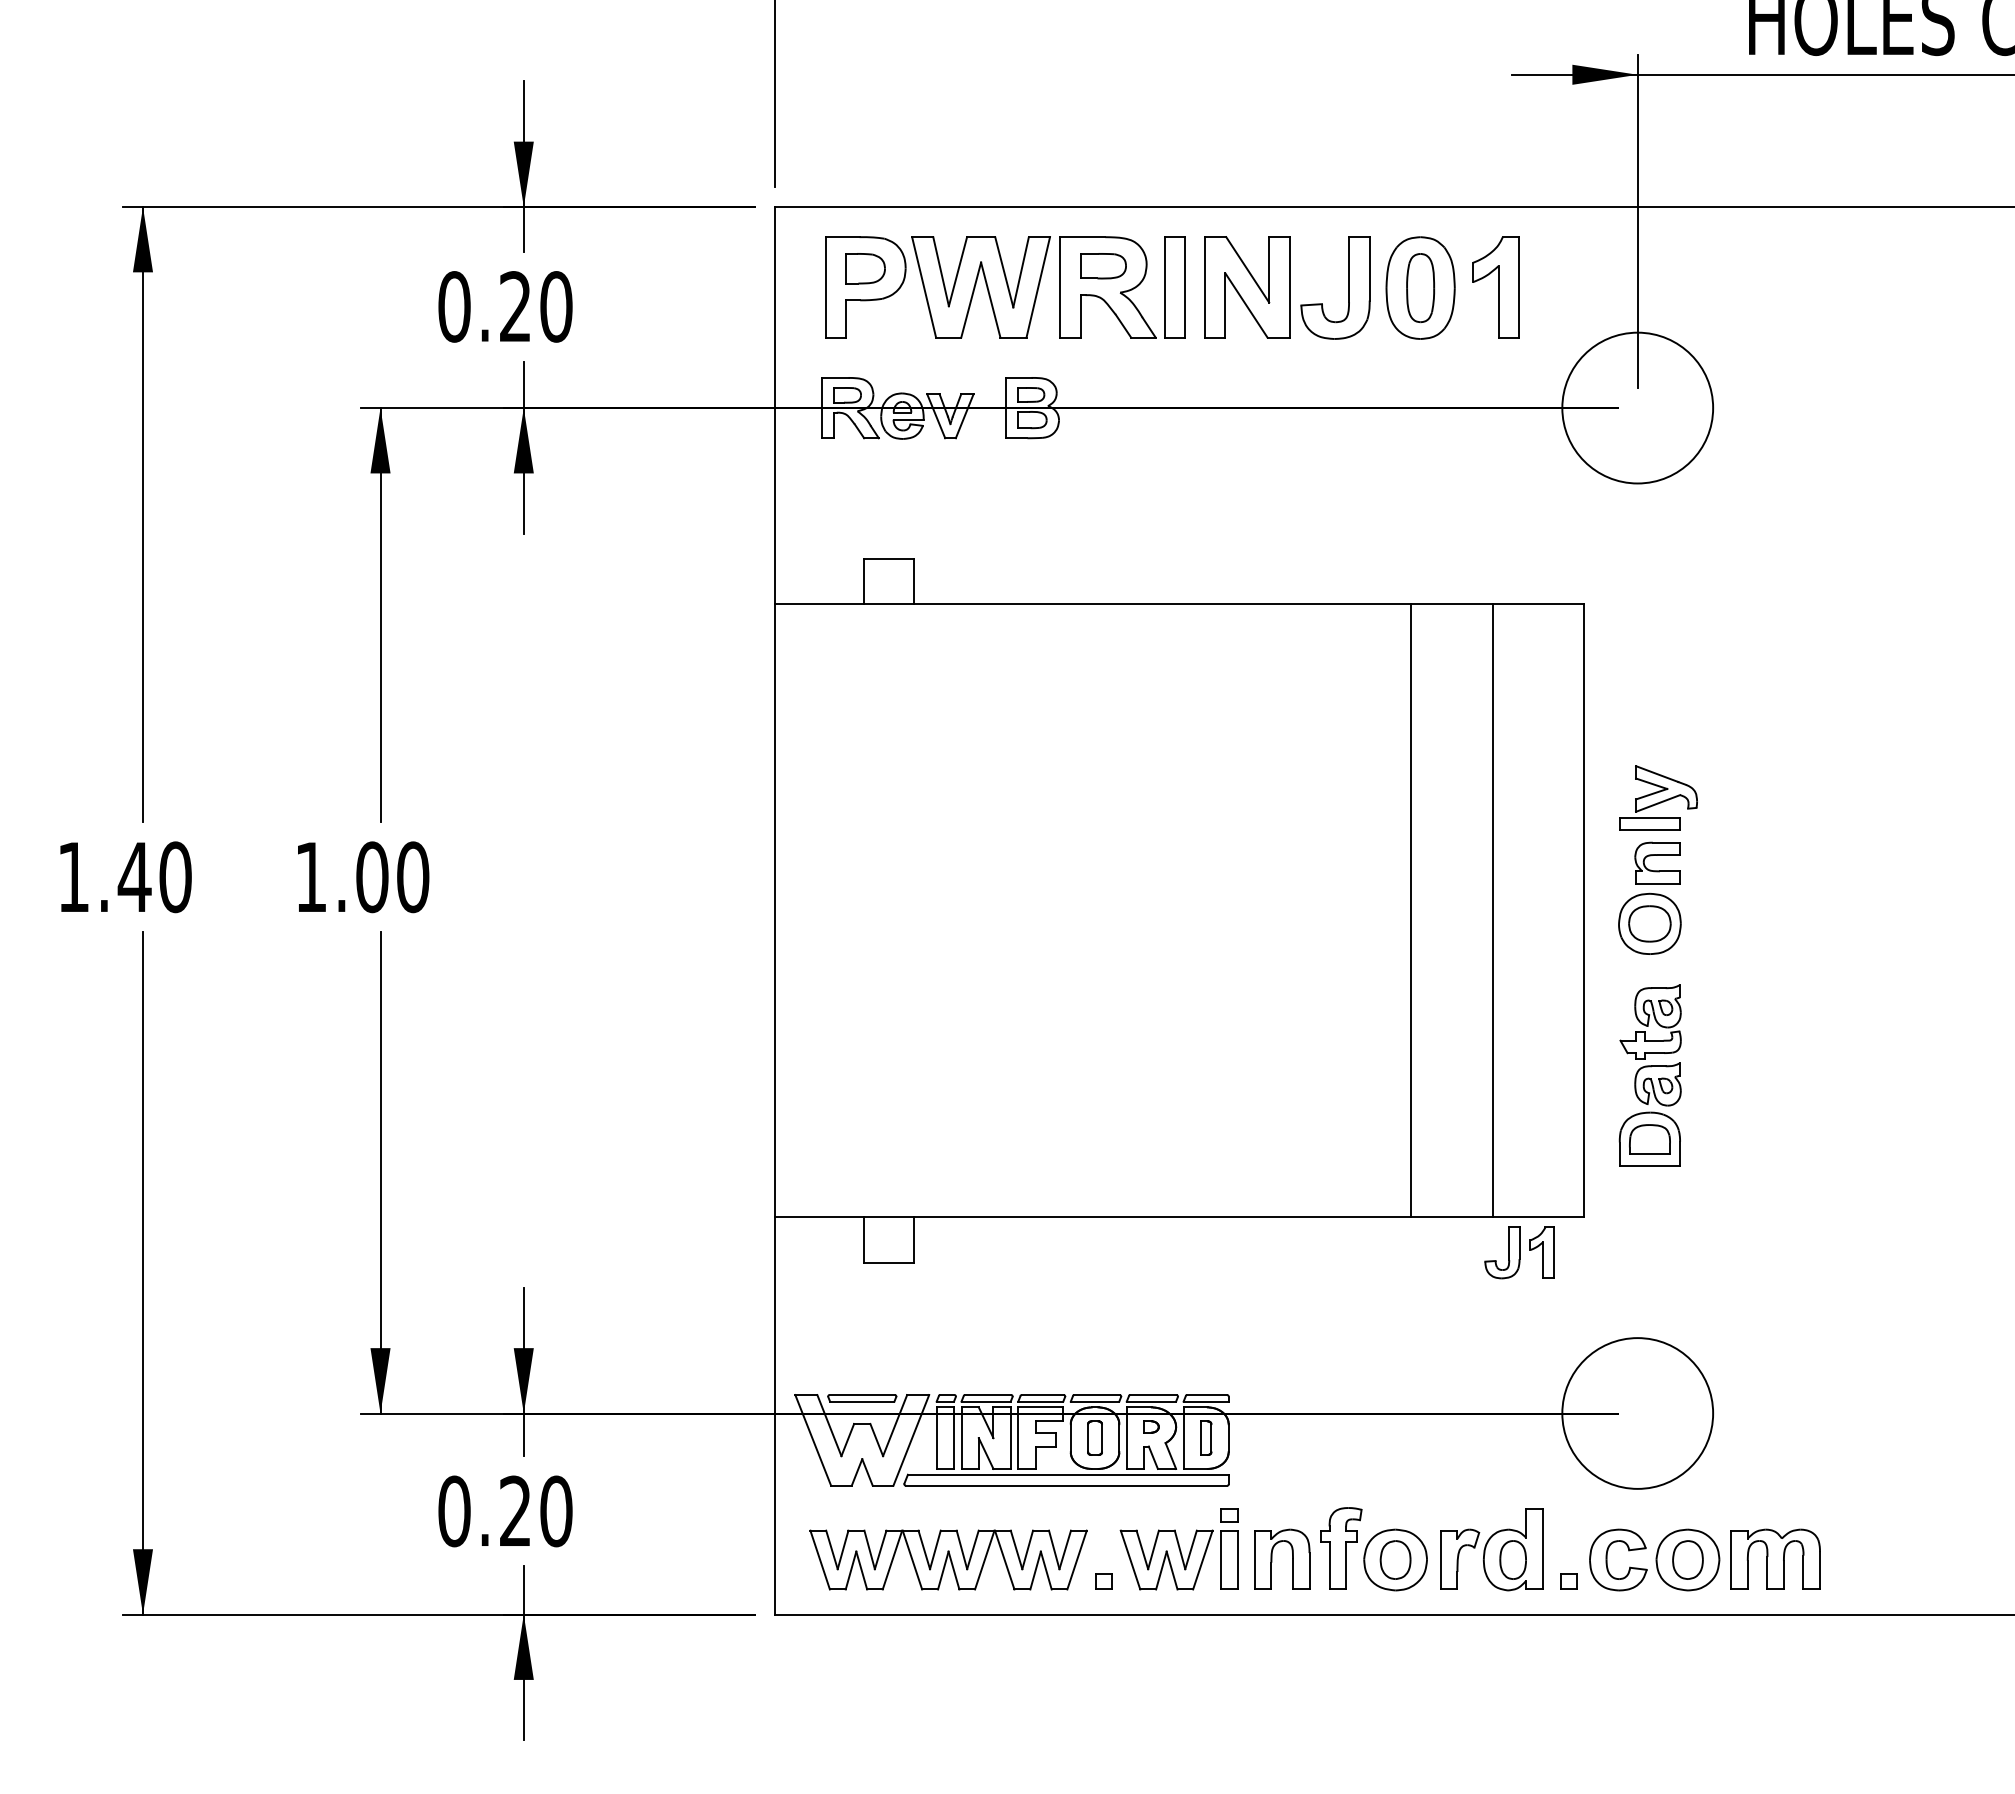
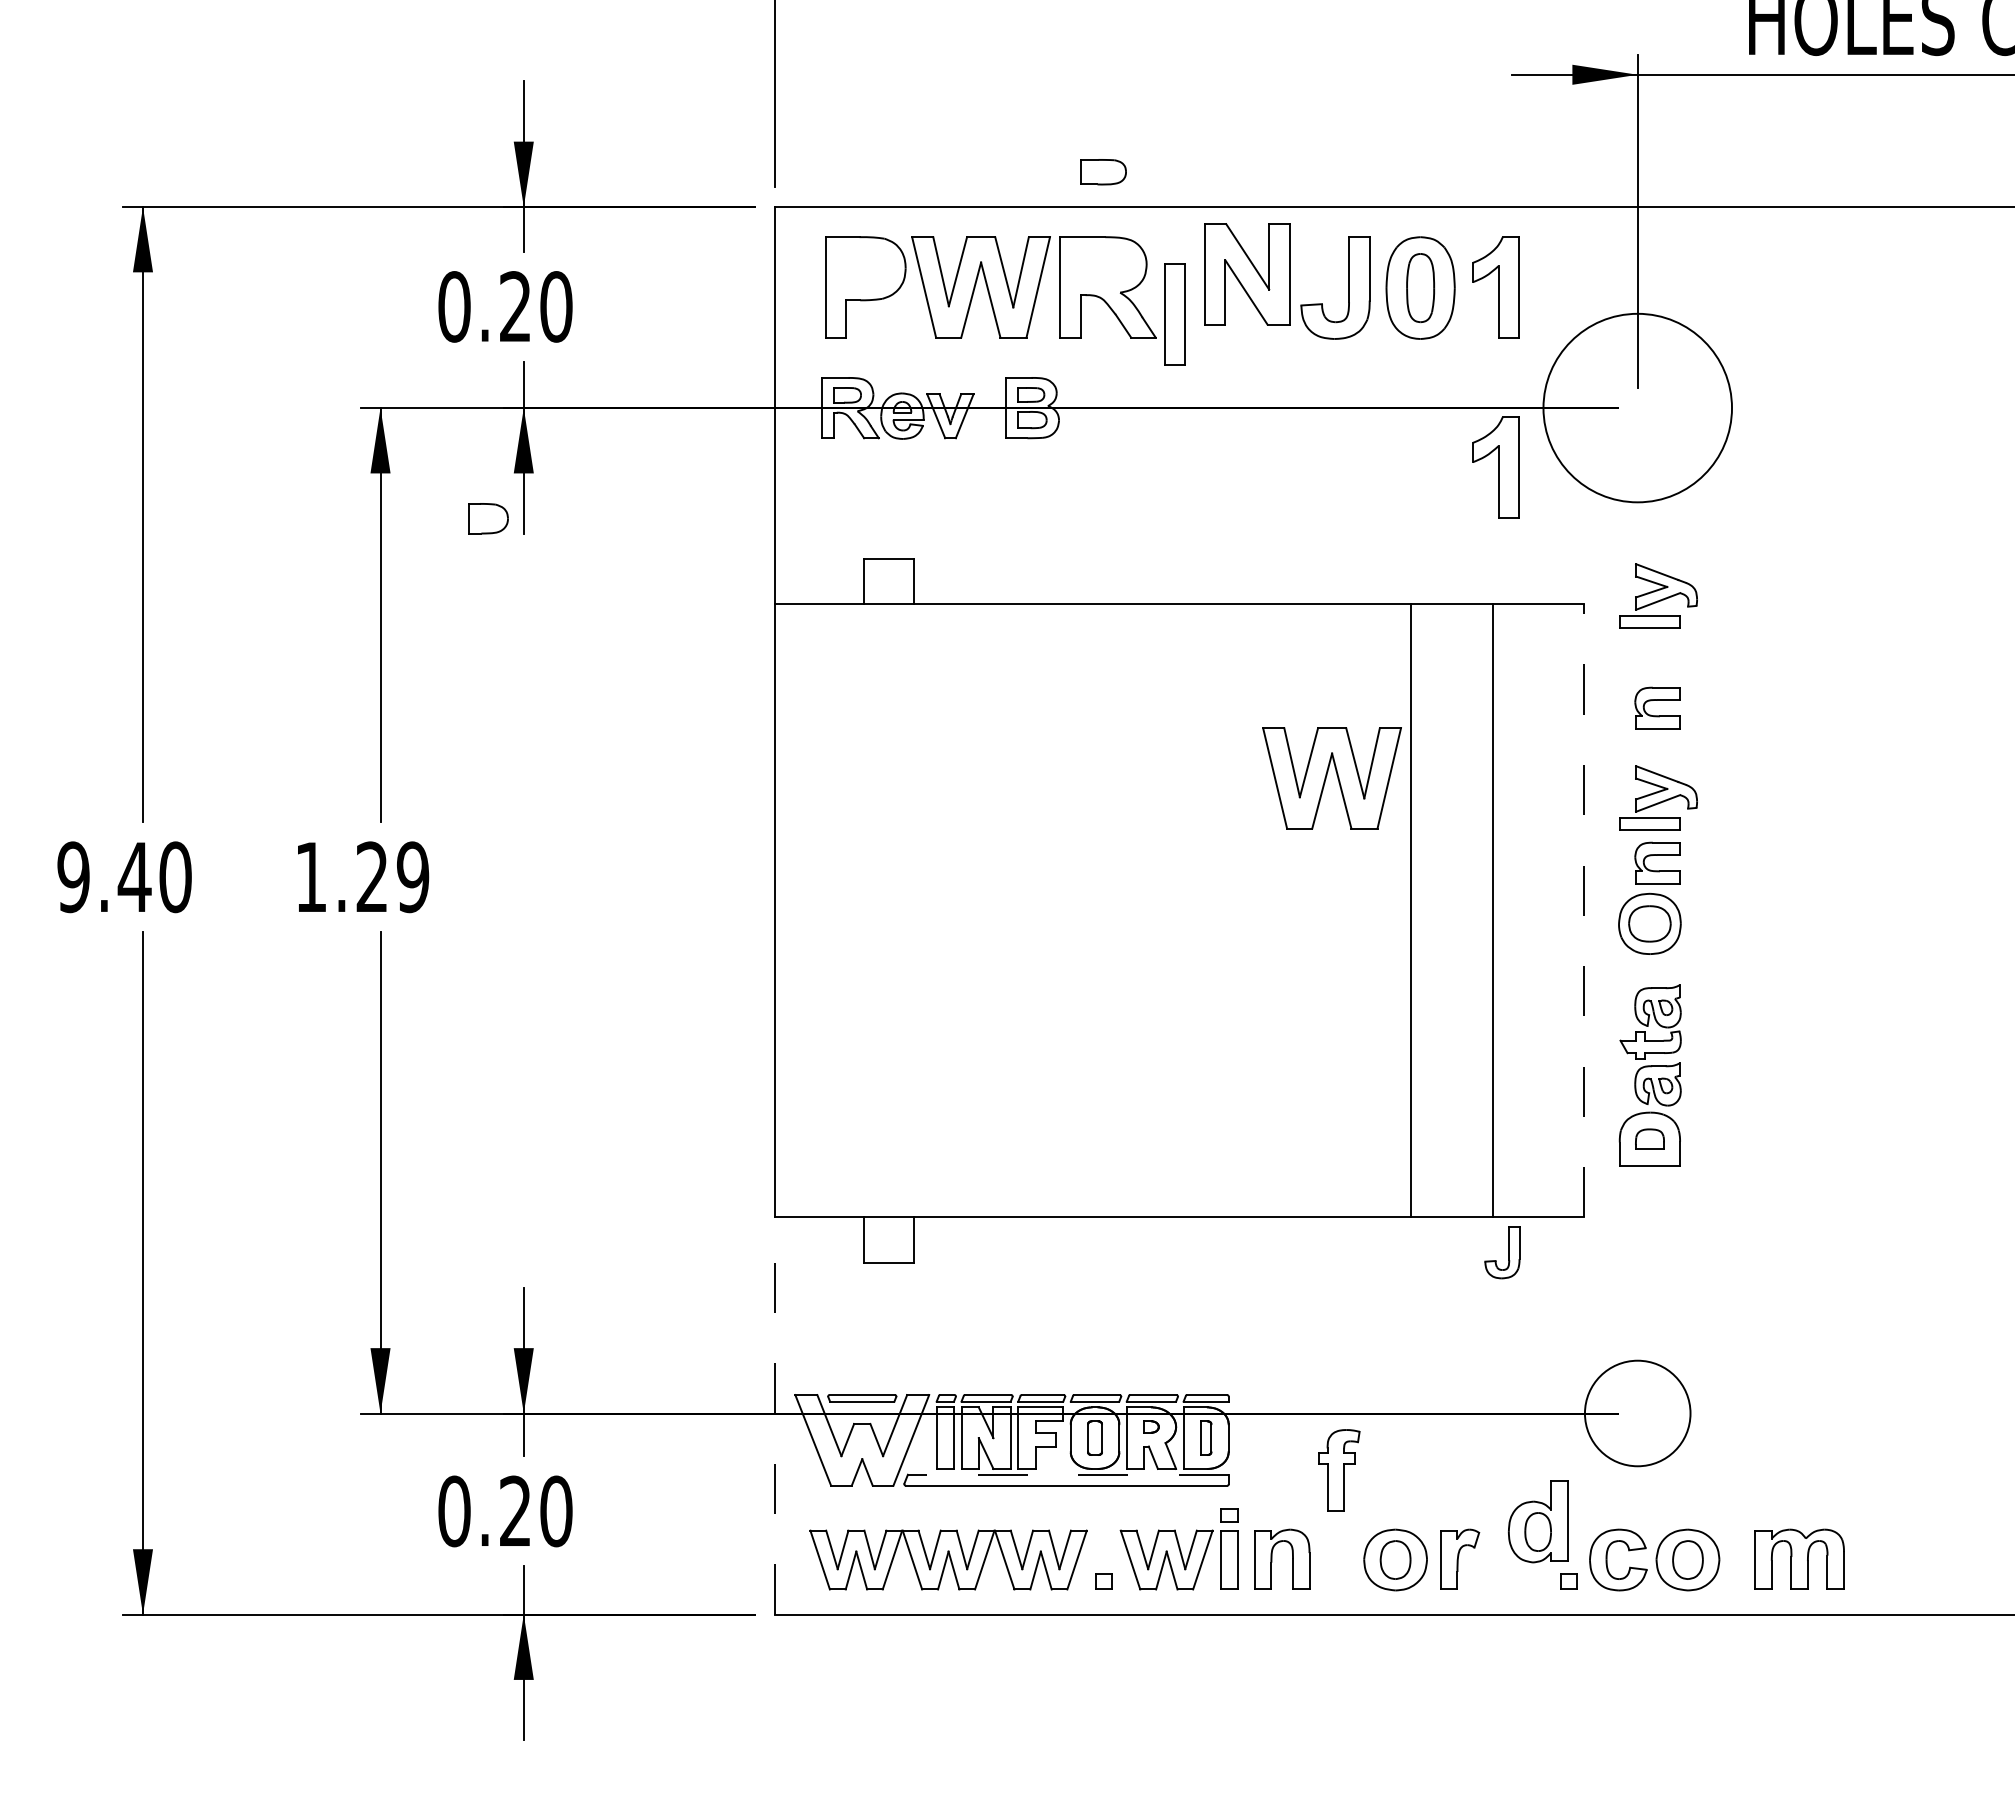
part at (1103, 266) position: (1103, 266) -> (1103, 172)
part at (865, 268) position: (865, 268) -> (488, 518)
part at (1174, 287) position: (1174, 287) -> (1174, 314)
part at (1247, 287) position: (1247, 287) -> (1247, 274)
circle at (1637, 407) diameter: 151 px -> 189 px
part at (1495, 467): none -> present
part at (1658, 595): none -> present
part at (1657, 700): none -> present
part at (1331, 778): none -> present
text at (73, 877): 1.40 -> 9.40
text at (392, 877): 1.00 -> 1.29
line at (1584, 910): solid -> dashed
part at (1649, 1139) size: 42x31 px -> 30x22 px
part at (1541, 1252): present -> none
circle at (1637, 1413) diameter: 151 px -> 106 px
line at (775, 1416): solid -> dashed
line at (1067, 1474): solid -> dashed
part at (1341, 1548) position: (1341, 1548) -> (1339, 1470)
part at (1513, 1549) position: (1513, 1549) -> (1538, 1521)
part at (1775, 1558) position: (1775, 1558) -> (1799, 1558)
